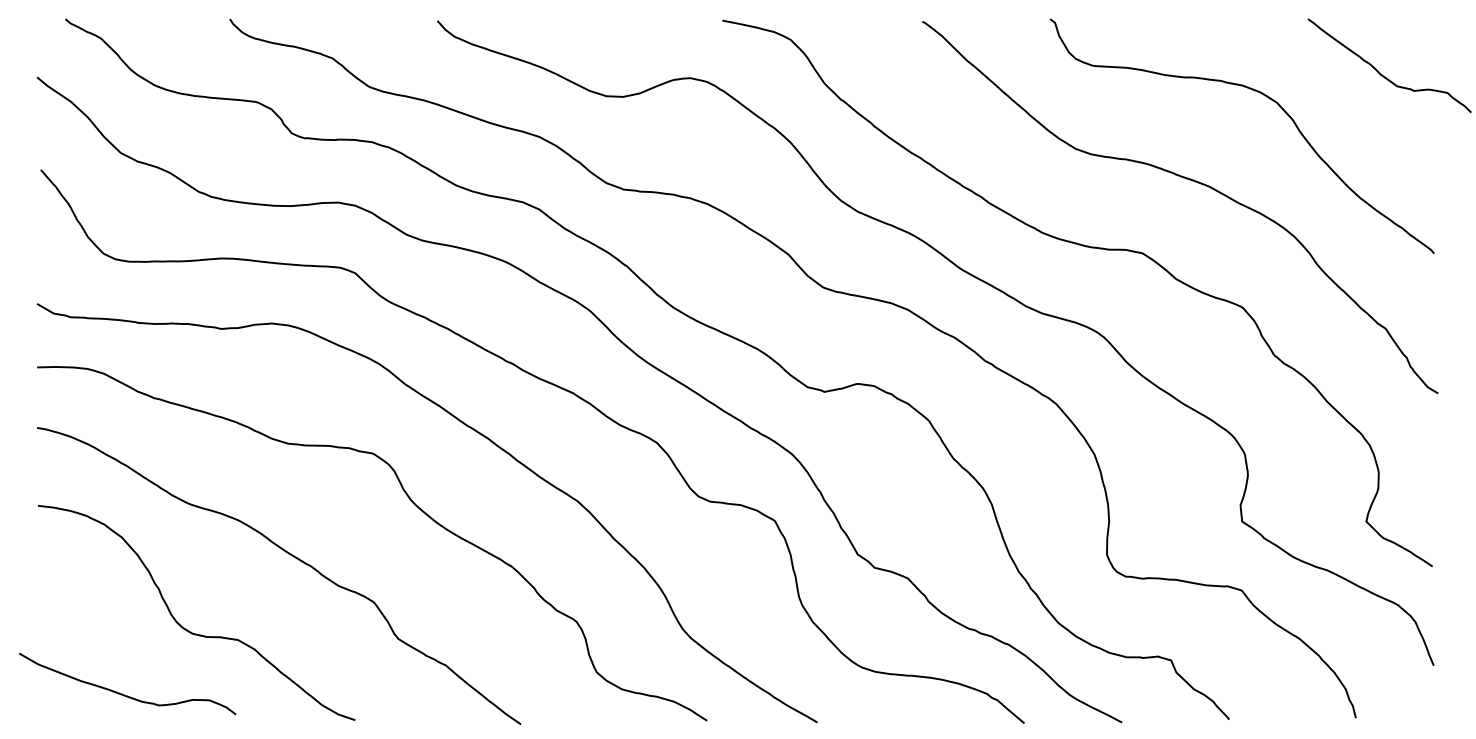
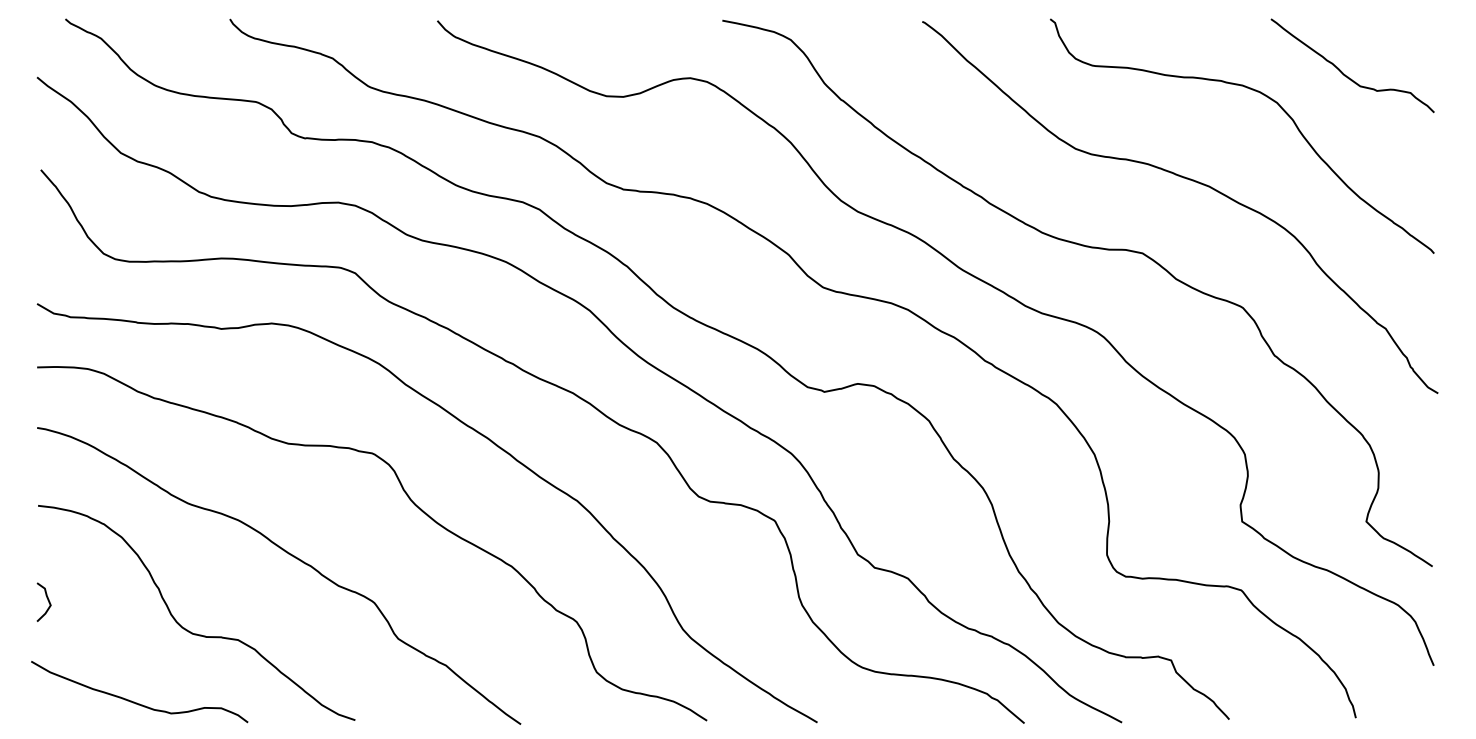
curve at (1381, 73) position: (1381, 73) -> (1344, 73)
curve at (47, 600): none -> present
curve at (125, 694) position: (125, 694) -> (137, 702)
